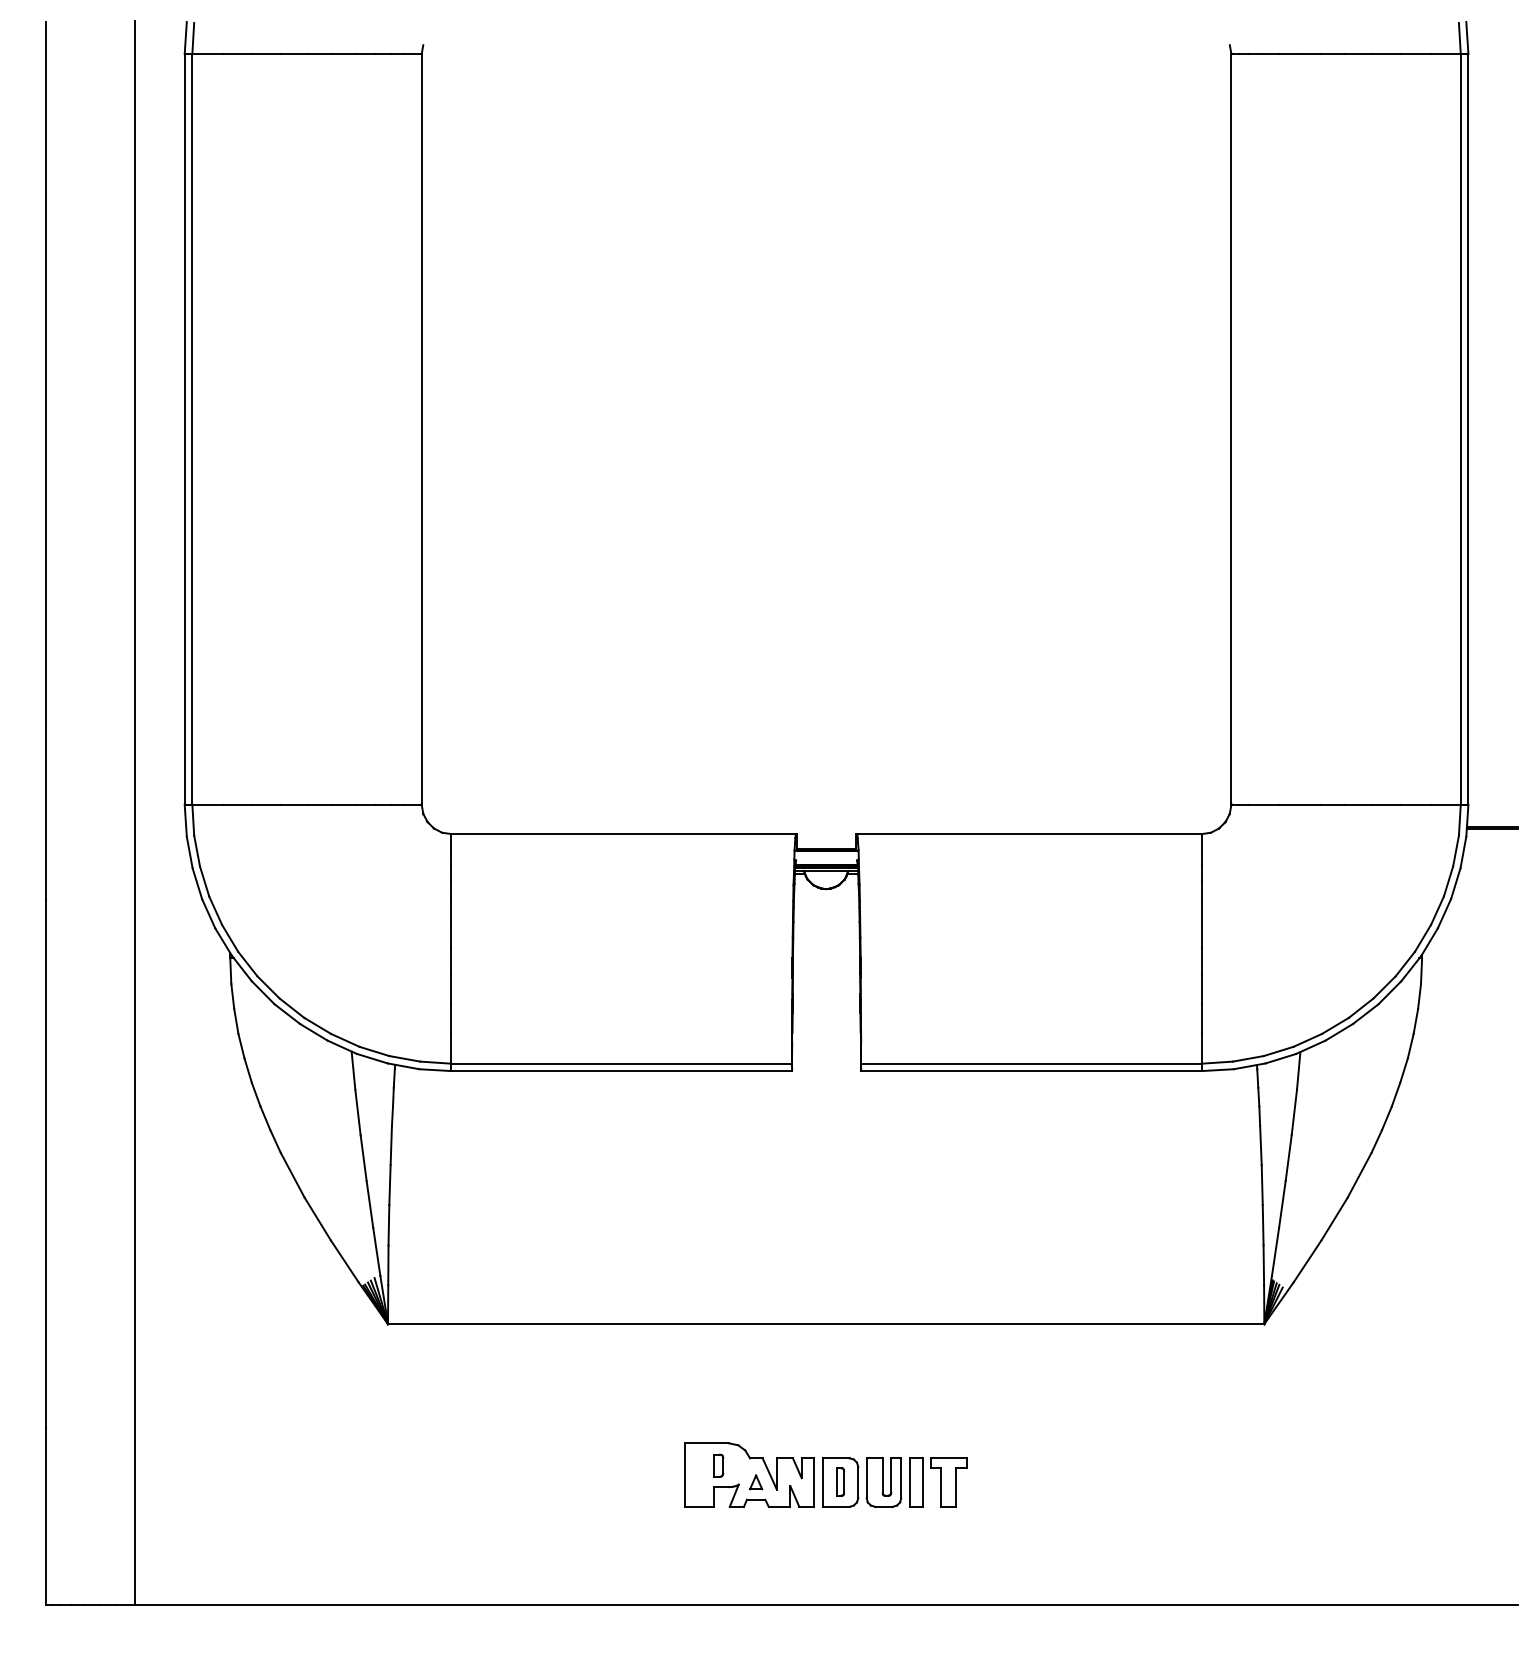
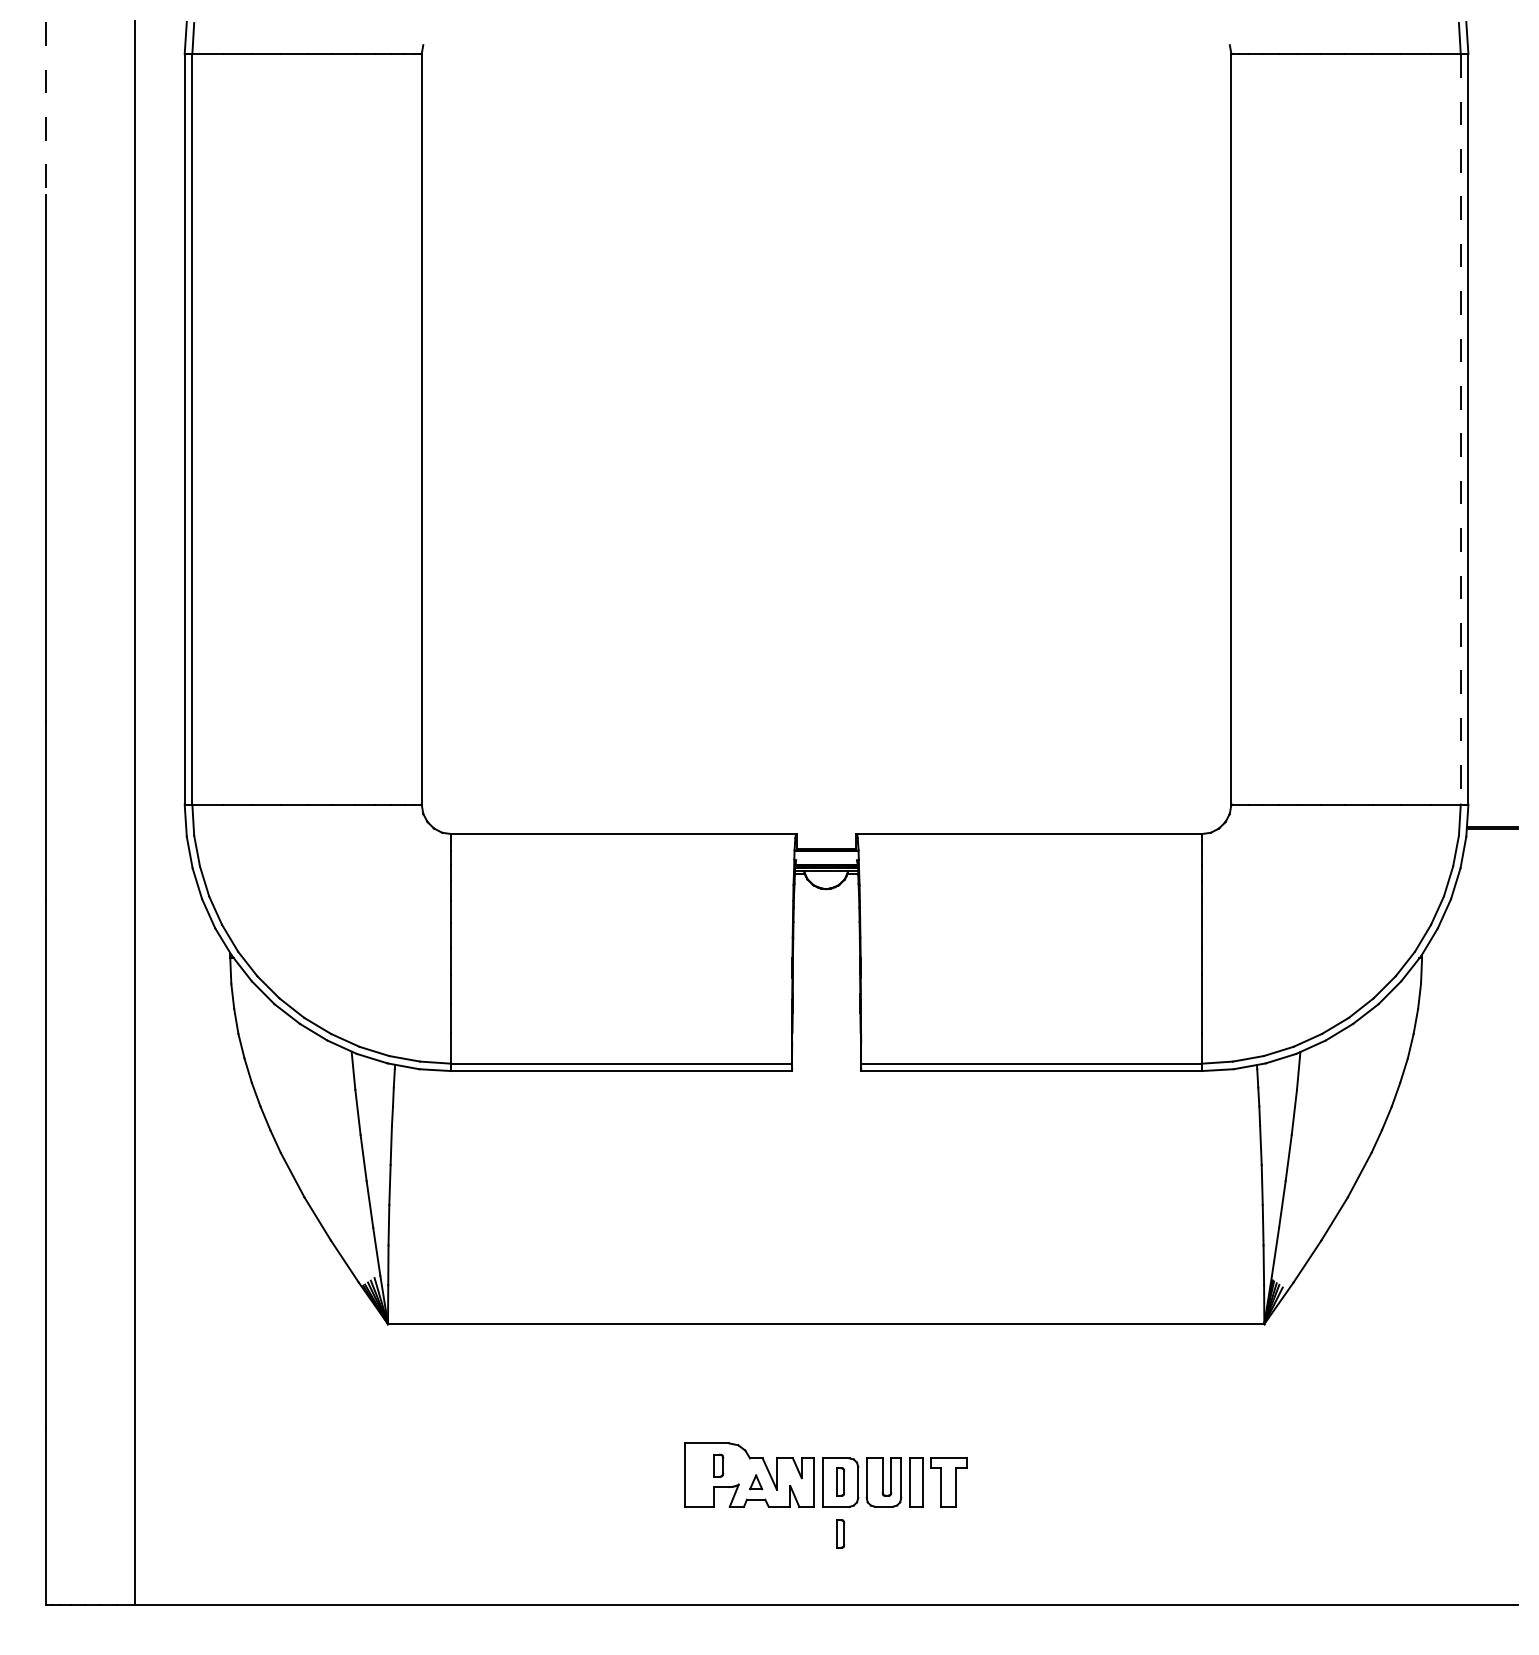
line at (45, 108): solid -> dashed
line at (1460, 429): solid -> dashed
part at (840, 1533): none -> present
